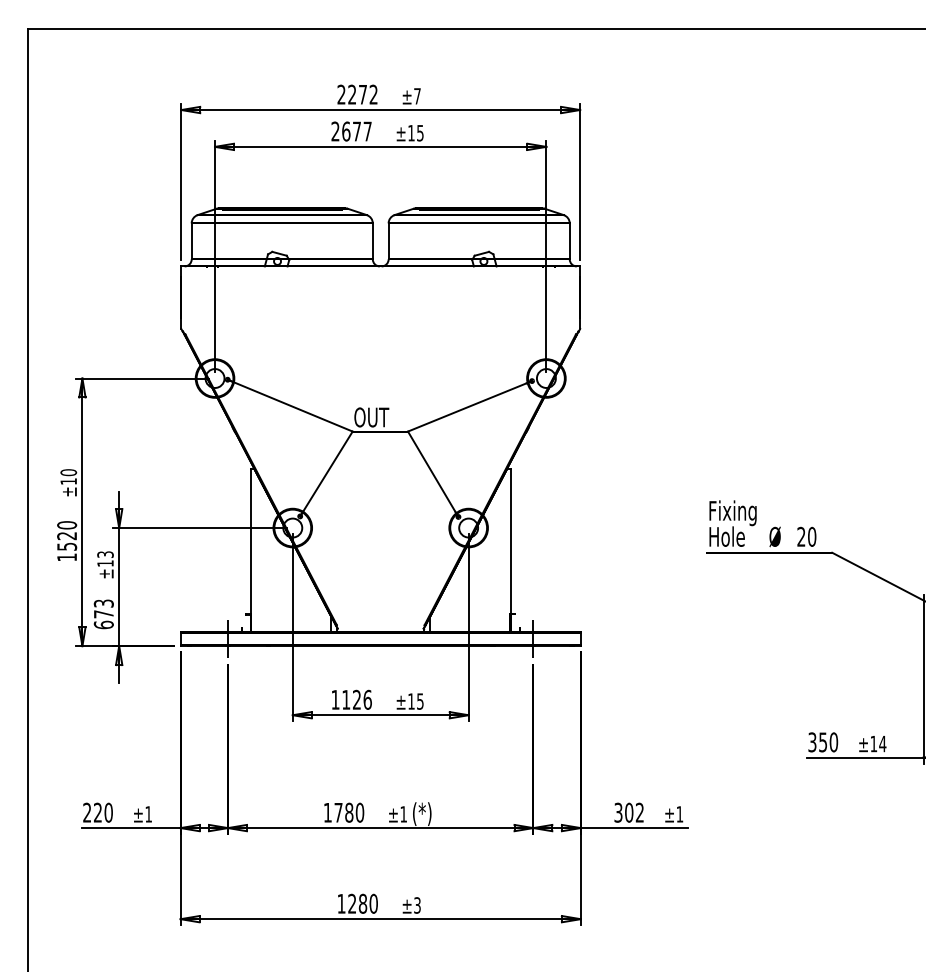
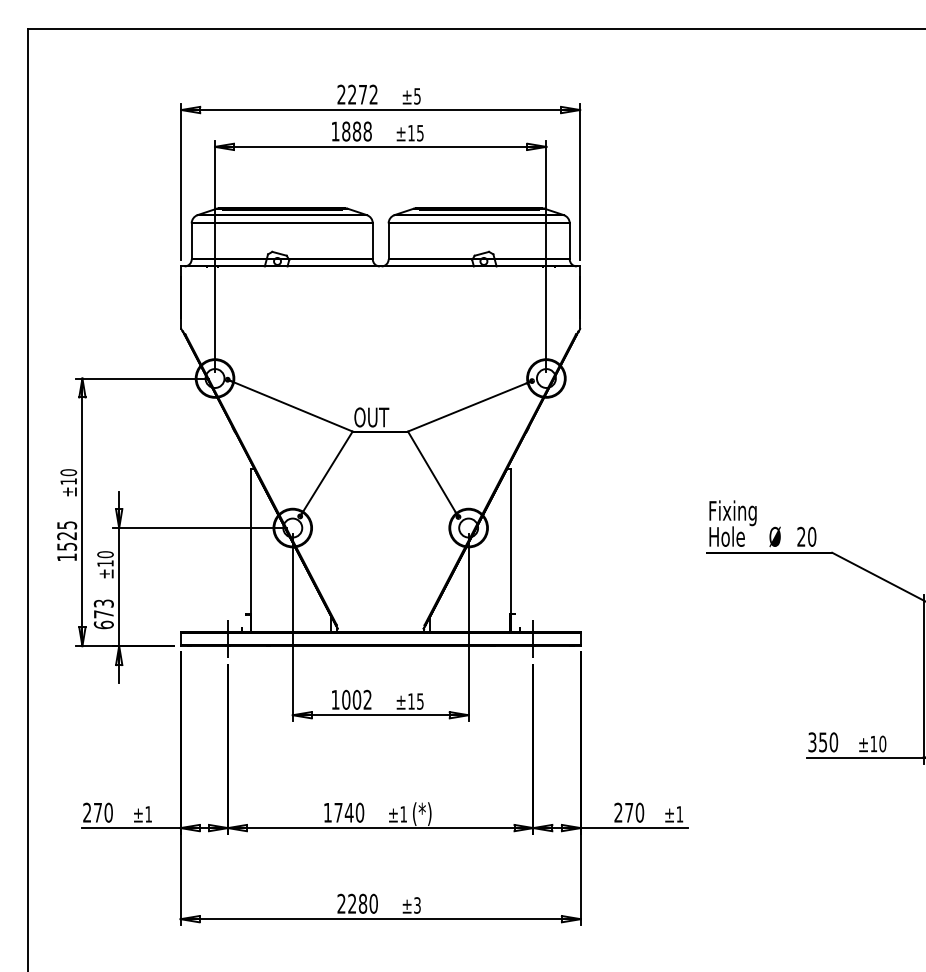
text at (417, 96): ±7 -> ±5
text at (351, 131): 2677 -> 1888
text at (67, 525): 1520 -> 1525
text at (105, 554): ±13 -> ±10
text at (356, 699): 1126 -> 1002
text at (882, 743): ±14 -> ±10
text at (97, 812): 220 -> 270
text at (348, 812): 1780 -> 1740
text at (629, 812): 302 -> 270
text at (341, 903): 1280 -> 2280
